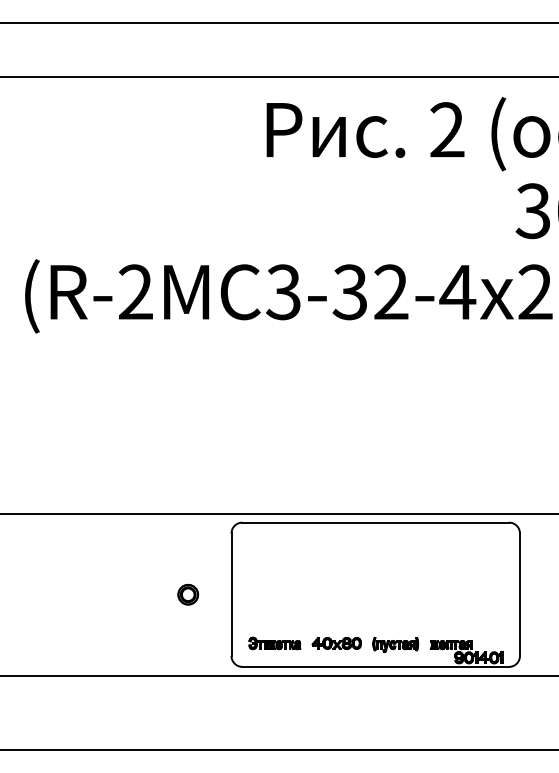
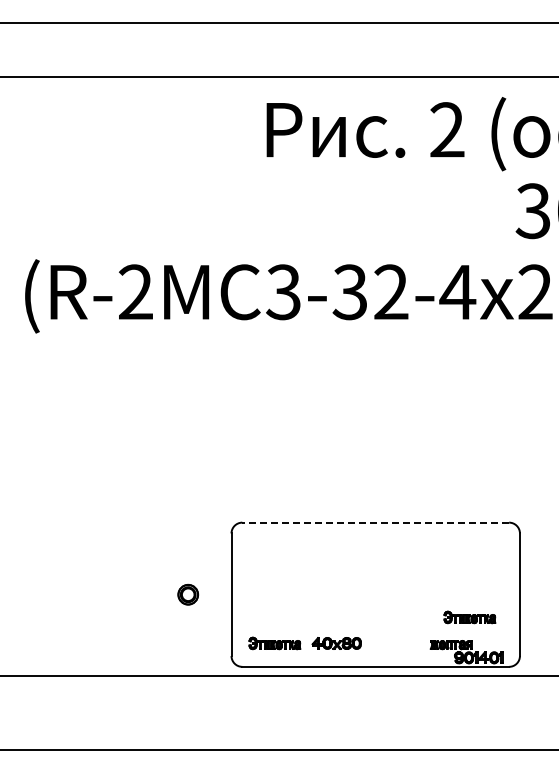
line at (278, 513): present -> none
line at (375, 522): solid -> dashed
part at (469, 617): none -> present
part at (395, 644): present -> none
